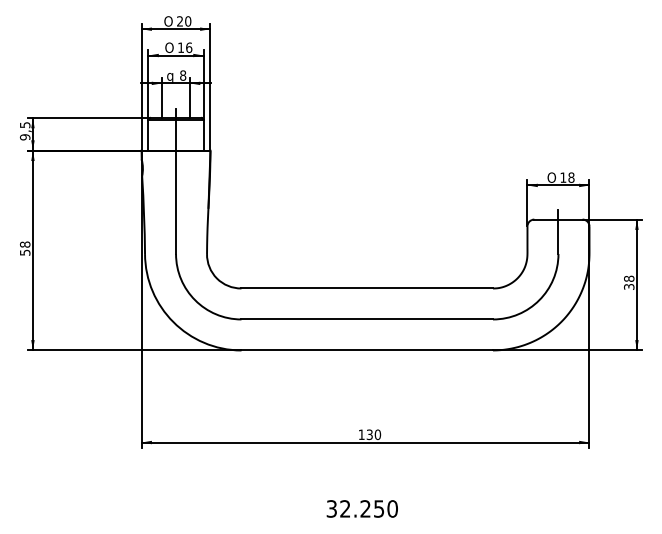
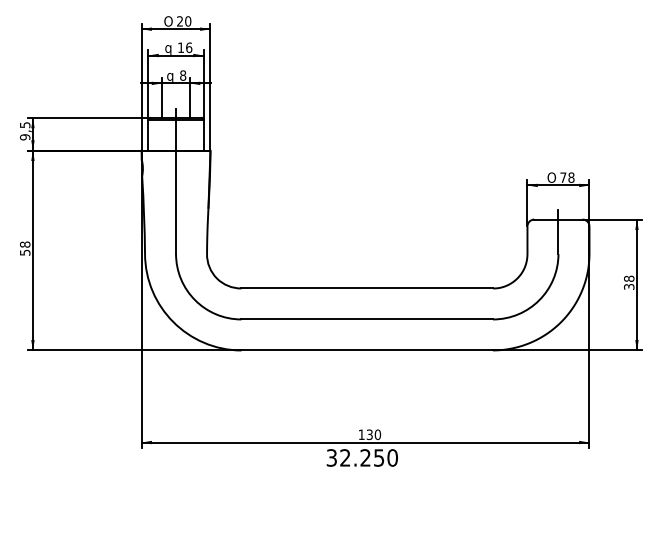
text at (169, 48): O -> q
text at (563, 177): 18 -> 78
text at (361, 508) position: (361, 508) -> (361, 457)
